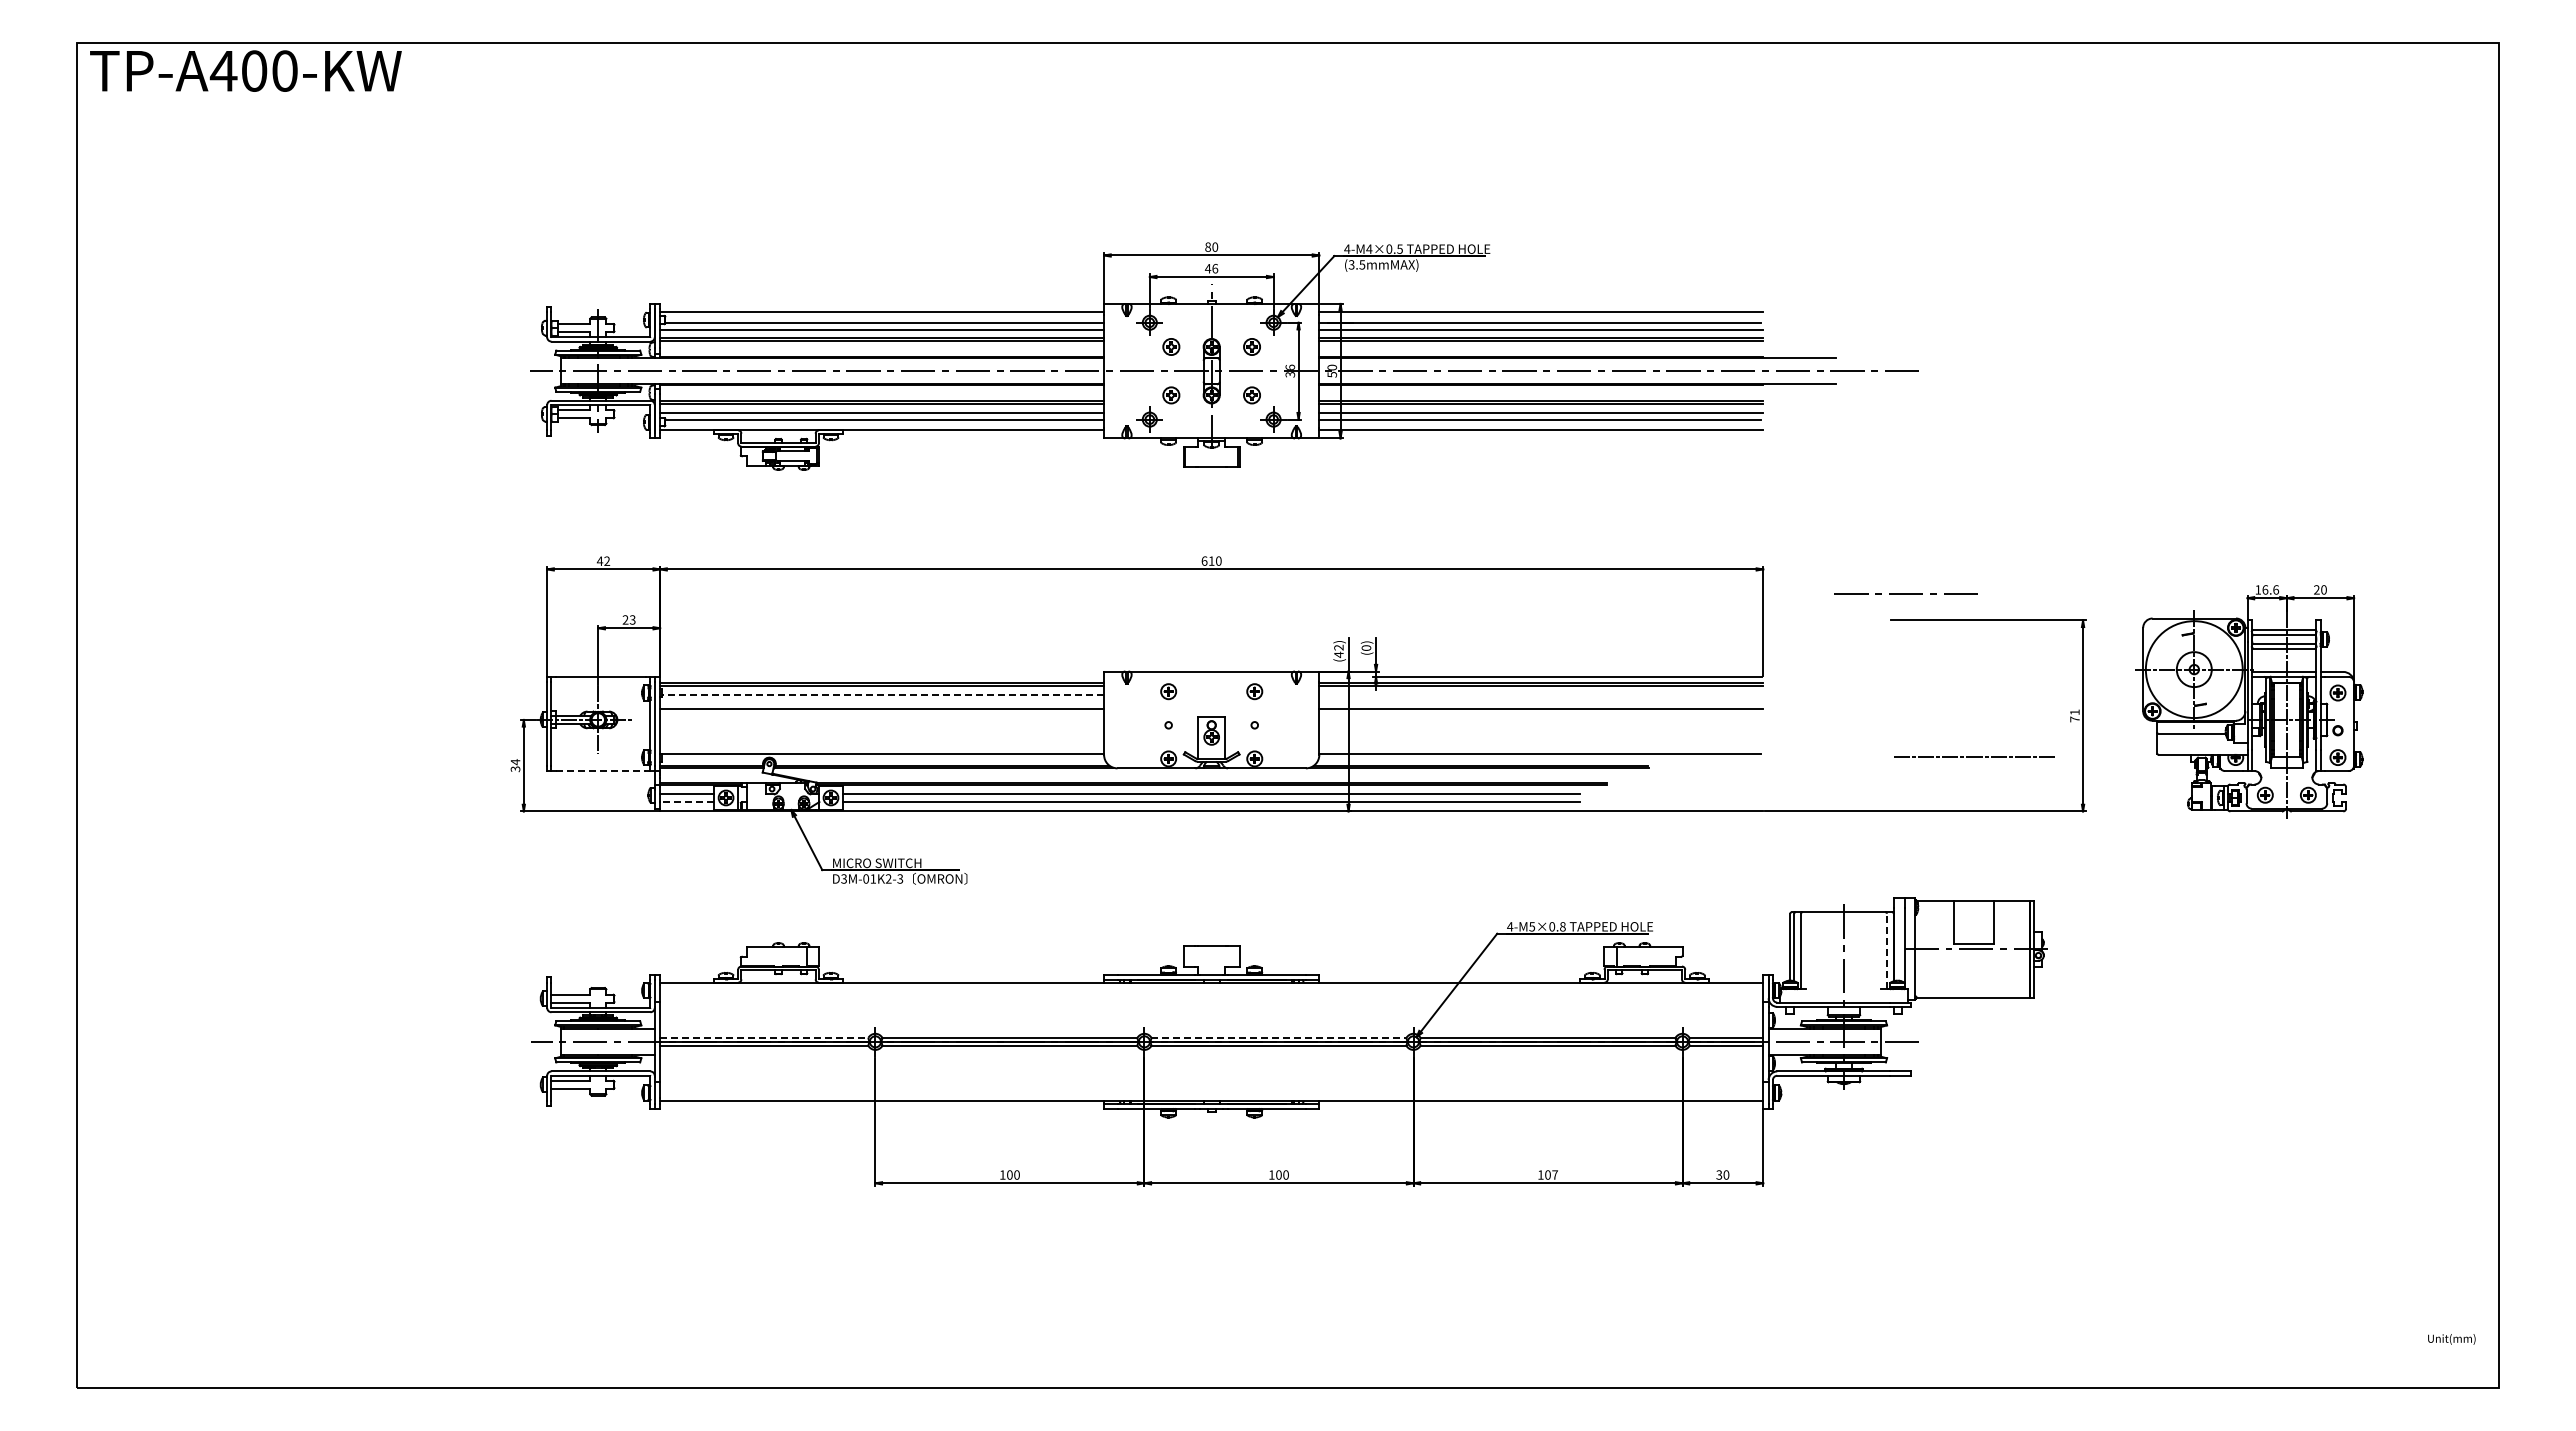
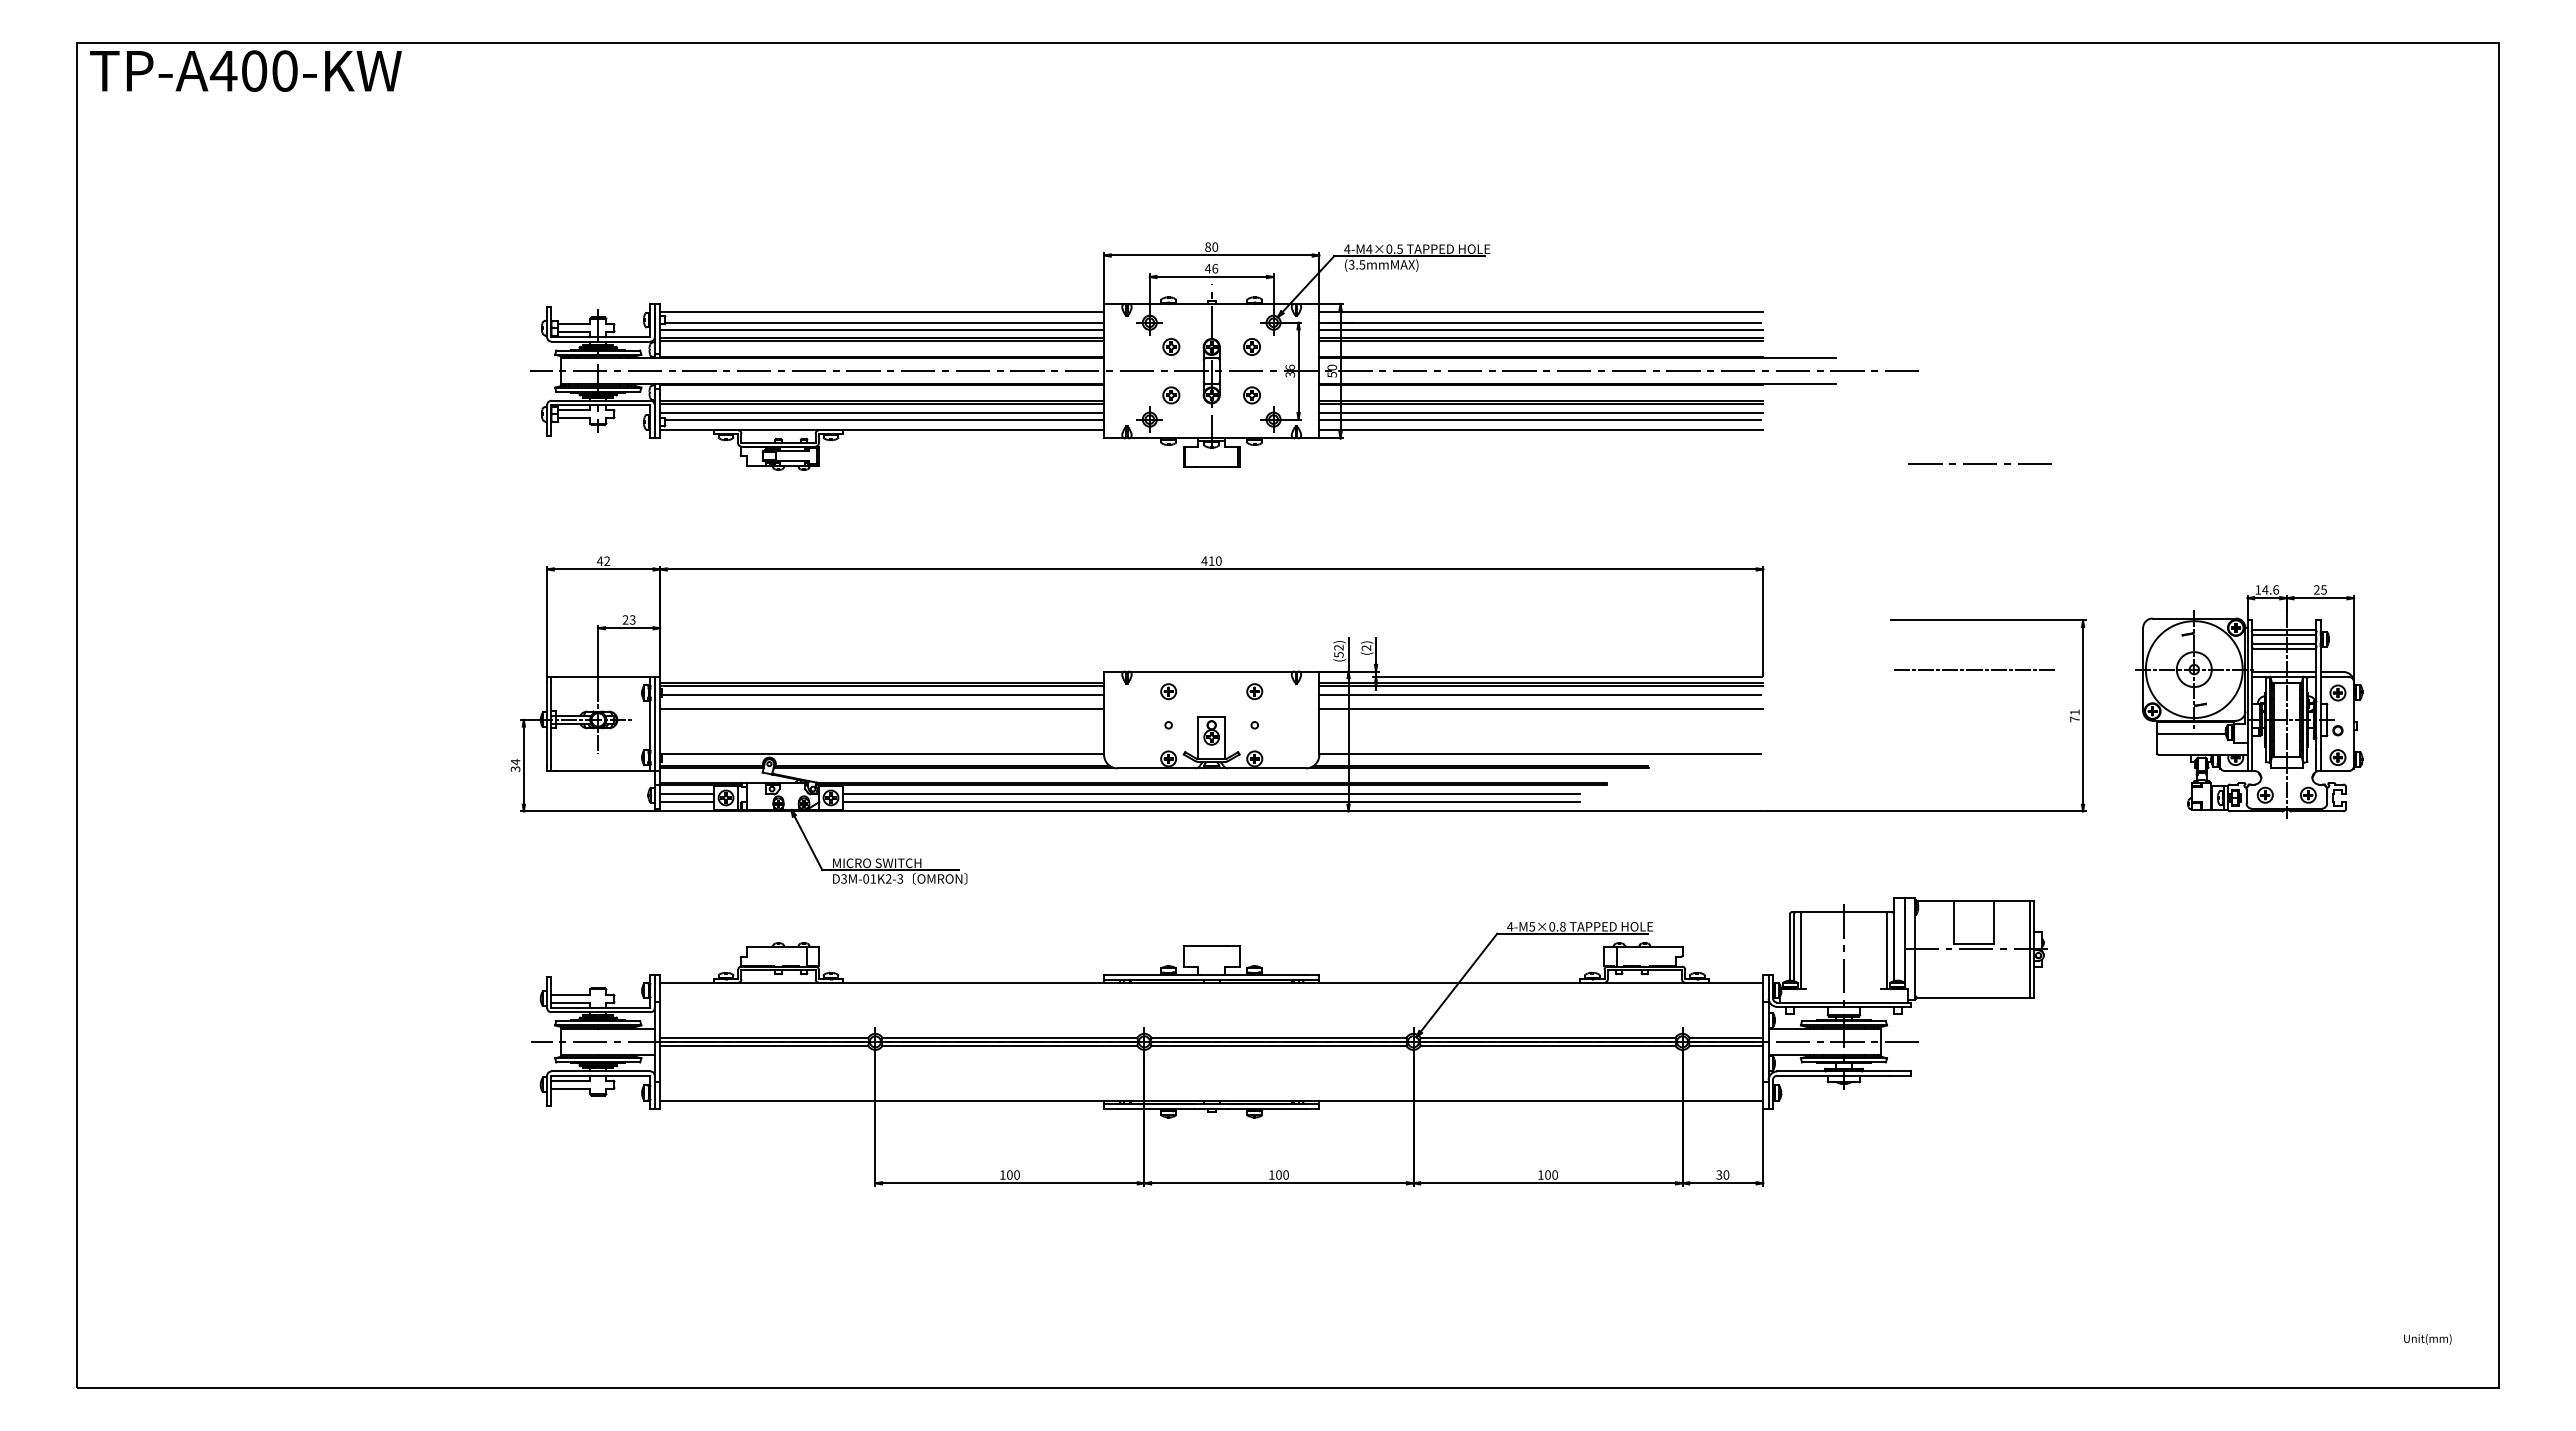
text at (1204, 560): 610 -> 410
text at (2265, 589): 16.6 -> 14.6
text at (2323, 589): 20 -> 25
line at (1905, 593) position: (1905, 593) -> (1979, 463)
text at (1366, 647): (0) -> (2)
text at (1338, 654): (42) -> (52)
line at (882, 695): dashed -> solid
line at (1540, 695): none -> present
line at (1974, 756) position: (1974, 756) -> (1974, 669)
line at (601, 771): dashed -> solid
line at (687, 802): dashed -> solid
line at (1886, 951): dashed -> solid
line at (764, 1037): dashed -> solid
line at (1278, 1037): dashed -> solid
text at (1554, 1174): 107 -> 100
text at (2451, 1339) position: (2451, 1339) -> (2427, 1339)
